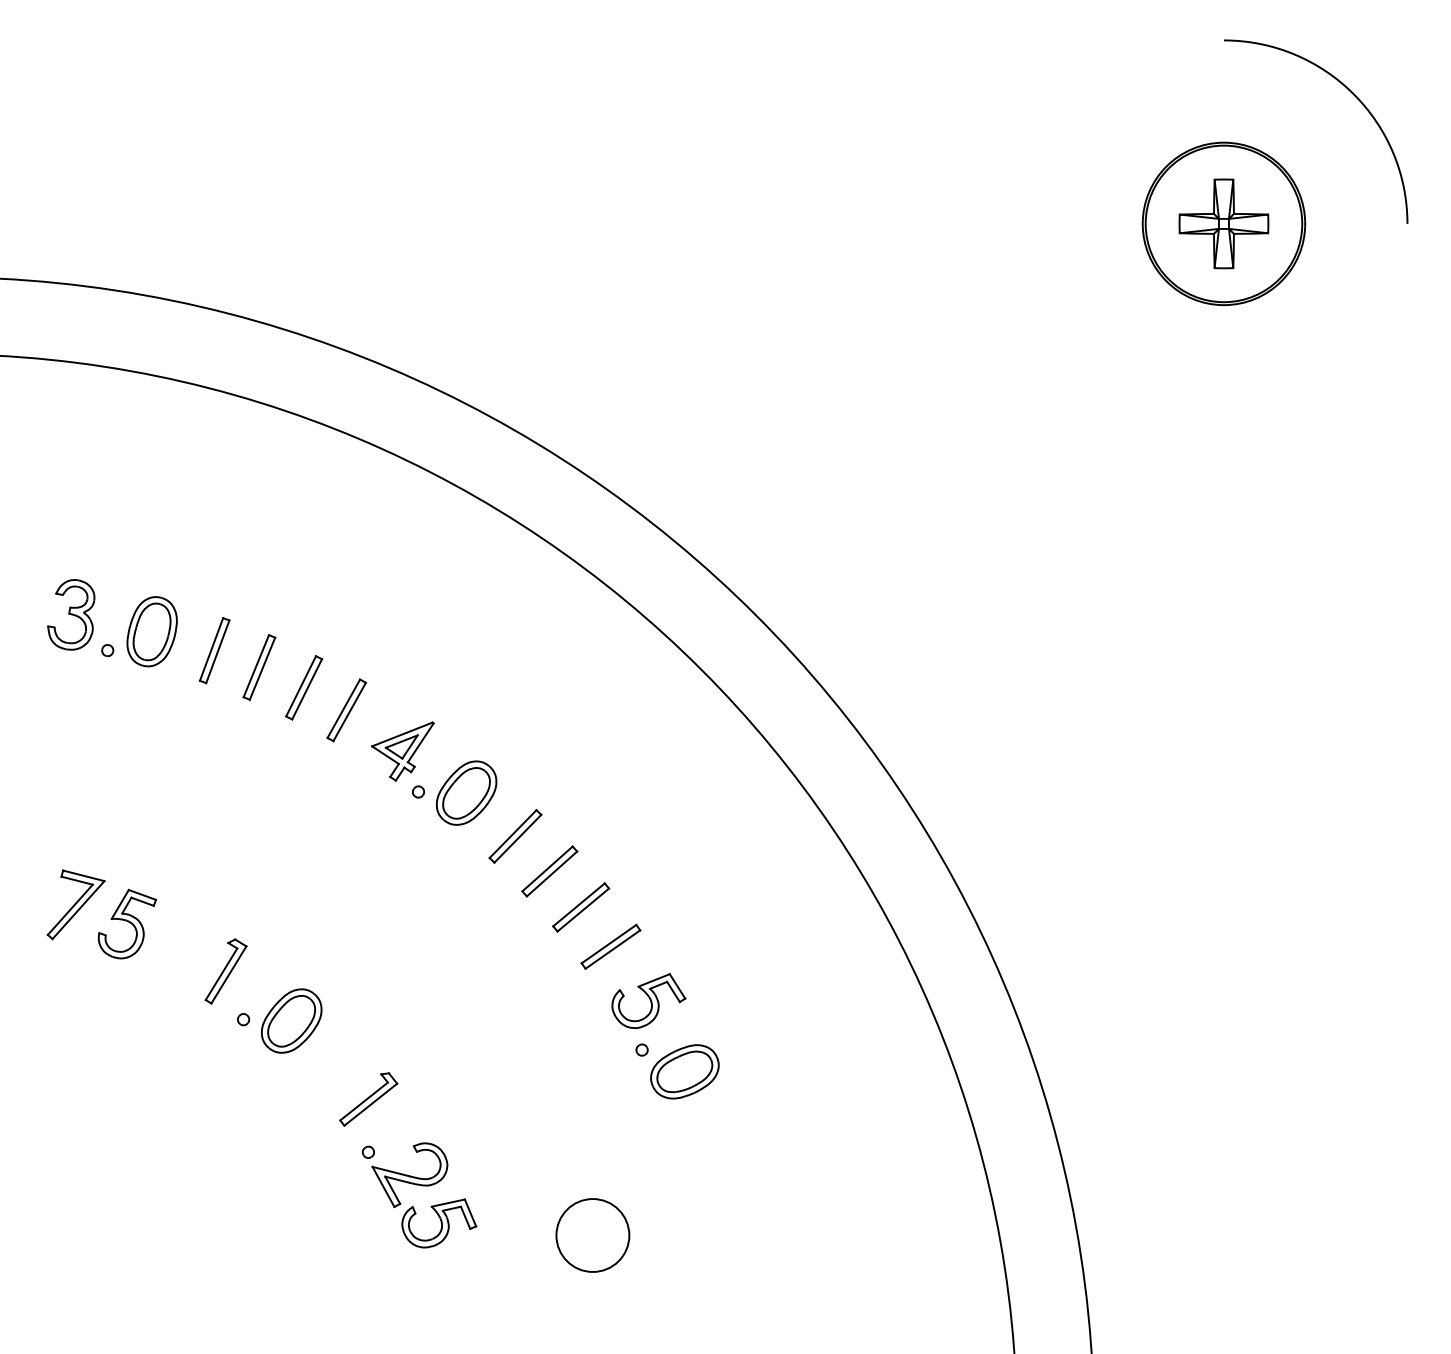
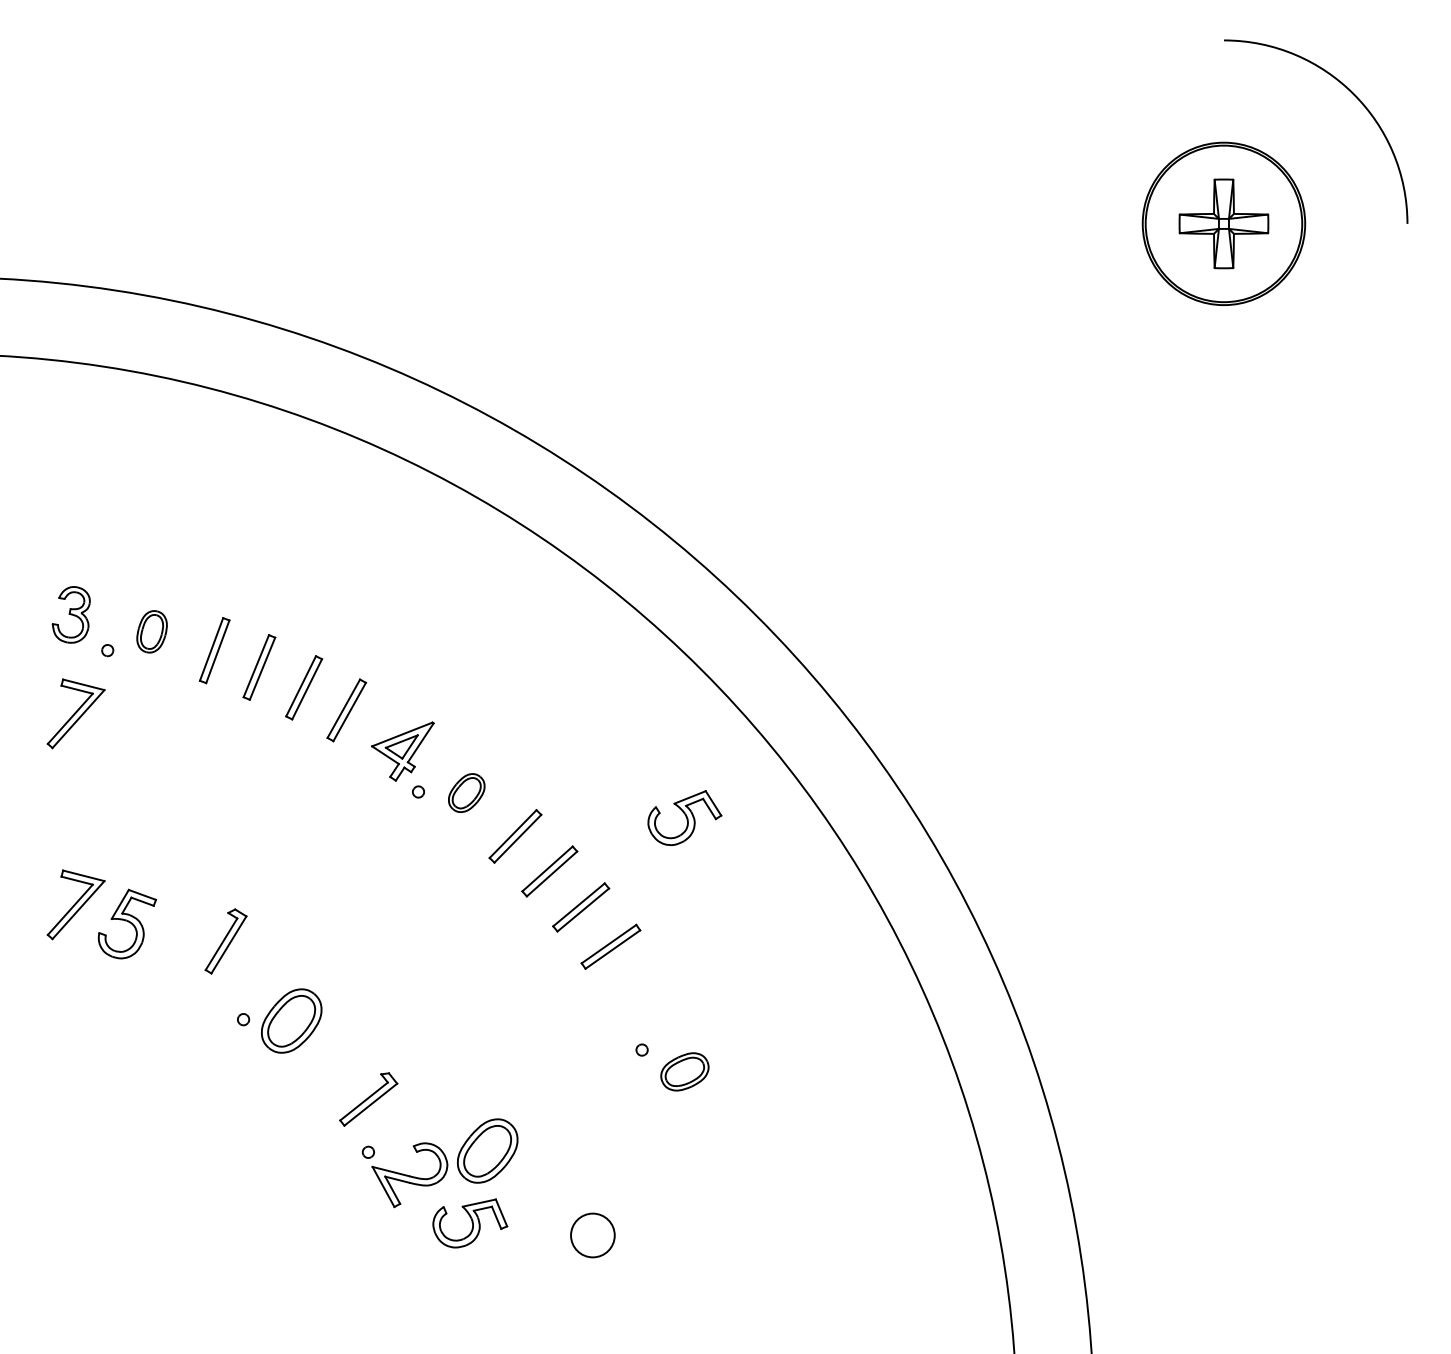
part at (71, 614) size: 49x72 px -> 40x58 px
part at (151, 631) size: 52x72 px -> 32x44 px
part at (75, 713): none -> present
part at (466, 792) size: 62x66 px -> 38x40 px
part at (225, 971) position: (225, 971) -> (225, 941)
part at (648, 1001) position: (648, 1001) -> (684, 818)
part at (684, 1071) size: 70x56 px -> 50x40 px
part at (487, 1150): none -> present
part at (439, 1223) position: (439, 1223) -> (470, 1223)
circle at (592, 1235) diameter: 73 px -> 44 px
